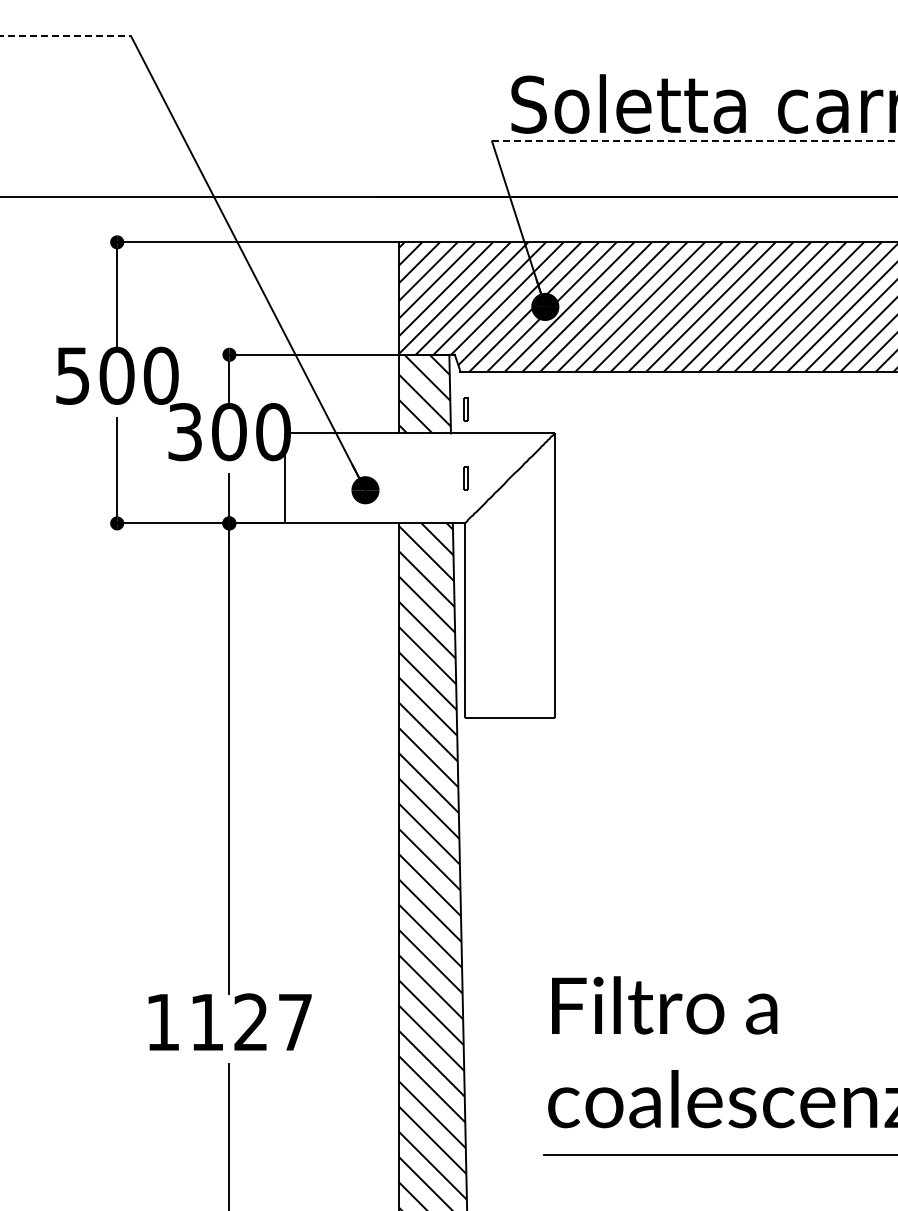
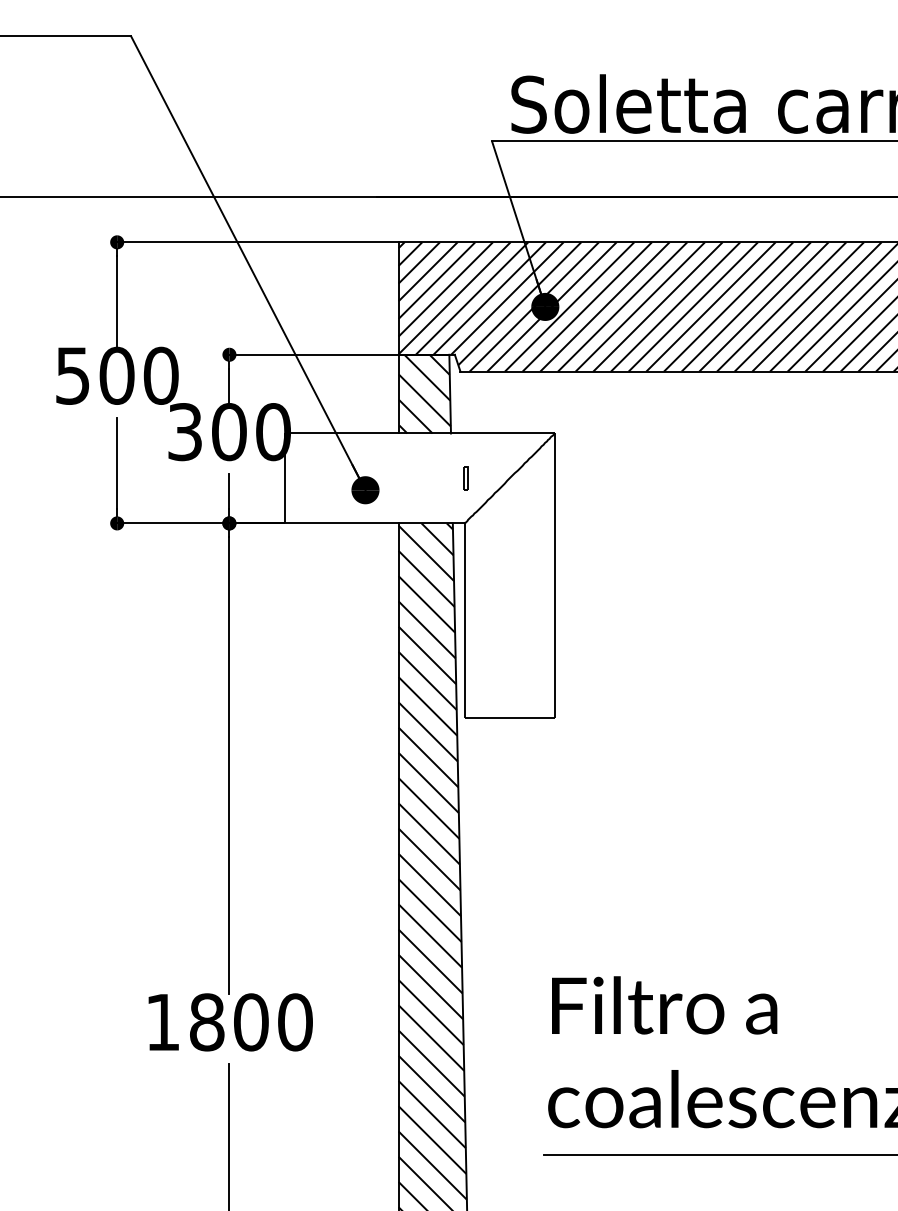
line at (66, 36): dashed -> solid
line at (695, 141): dashed -> solid
part at (465, 409): present -> none
text at (251, 1022): 1127 -> 1800
